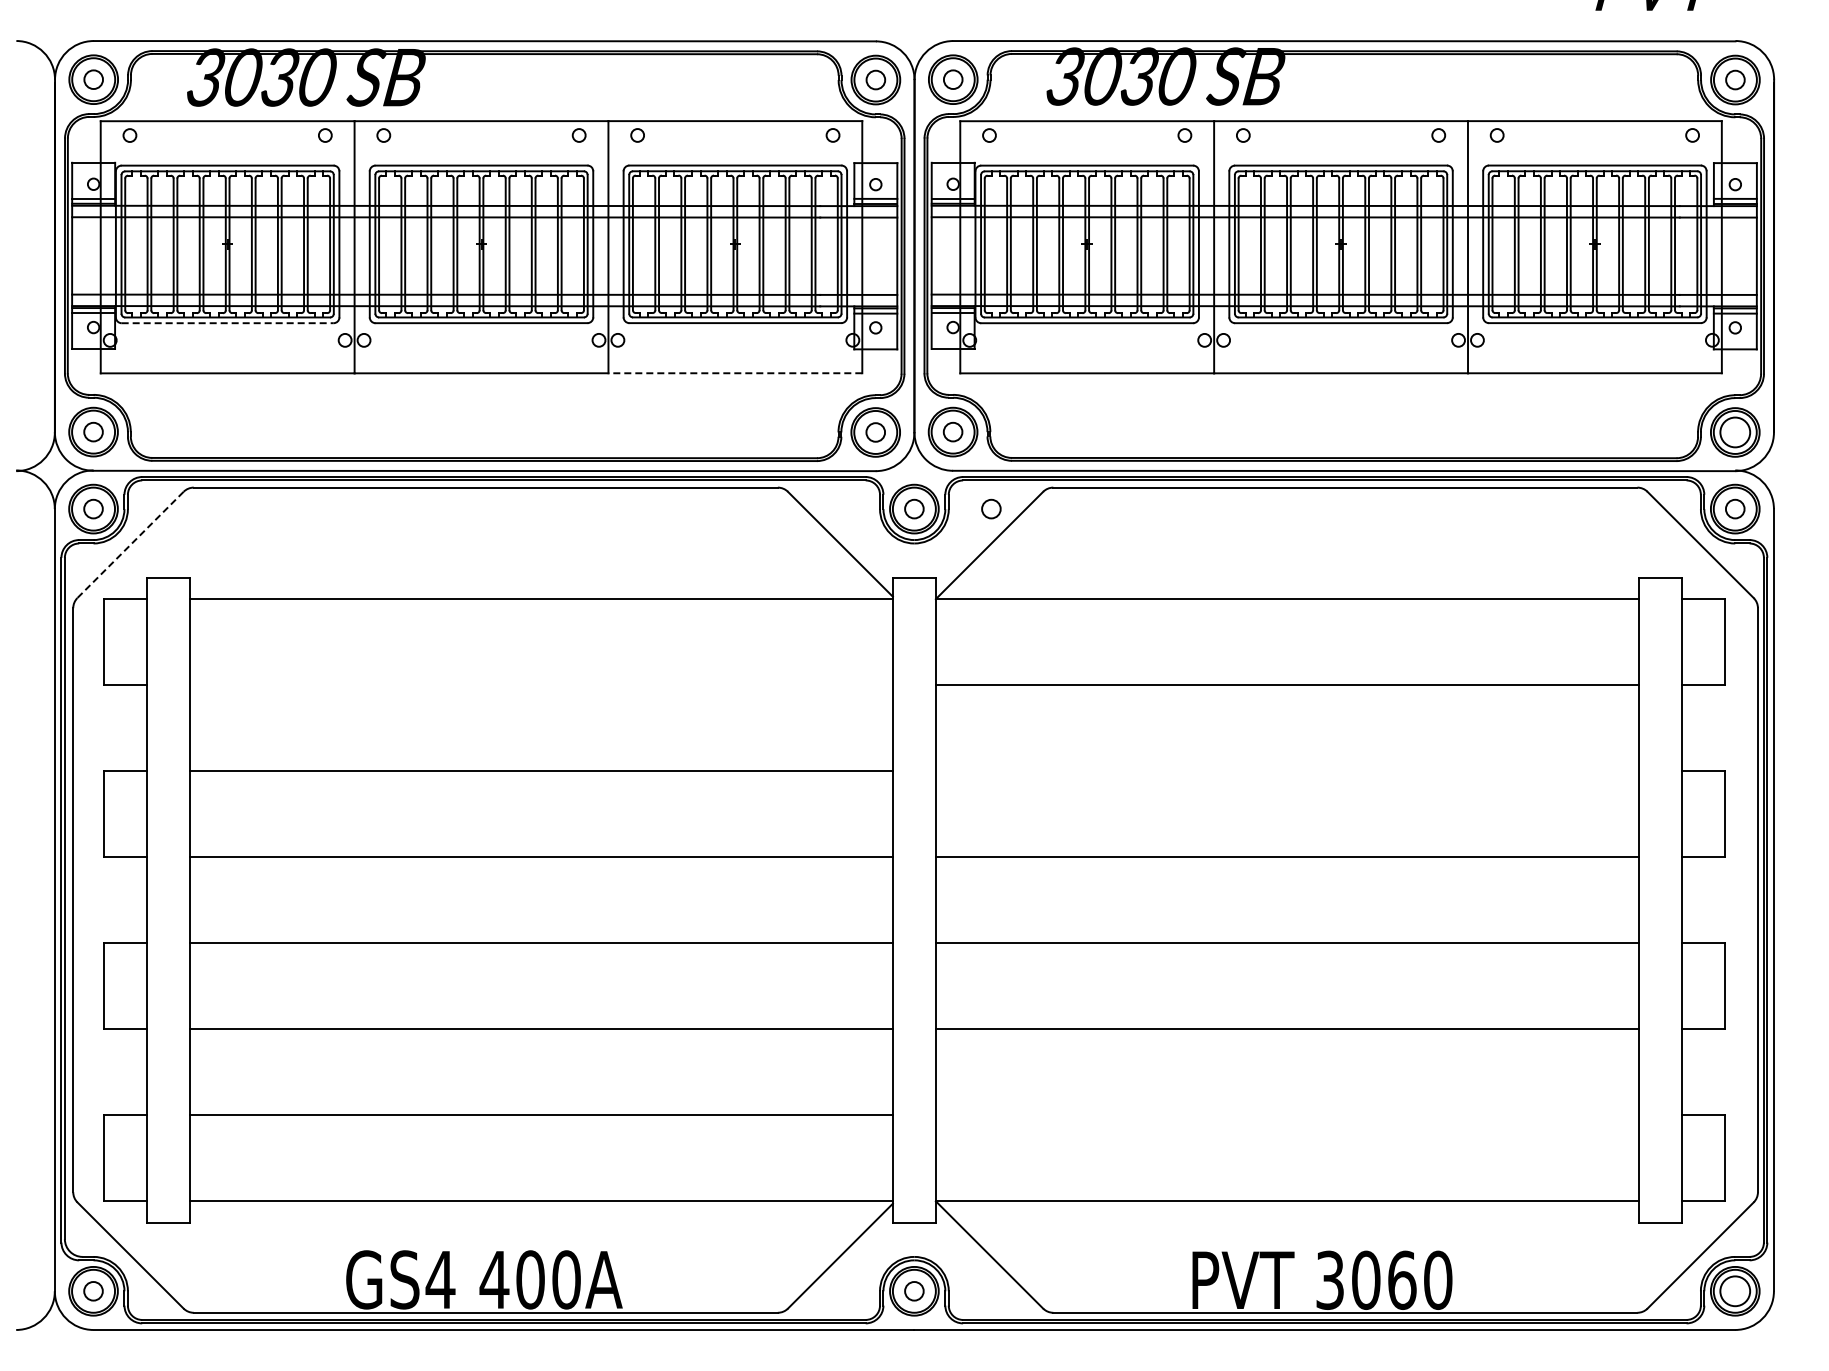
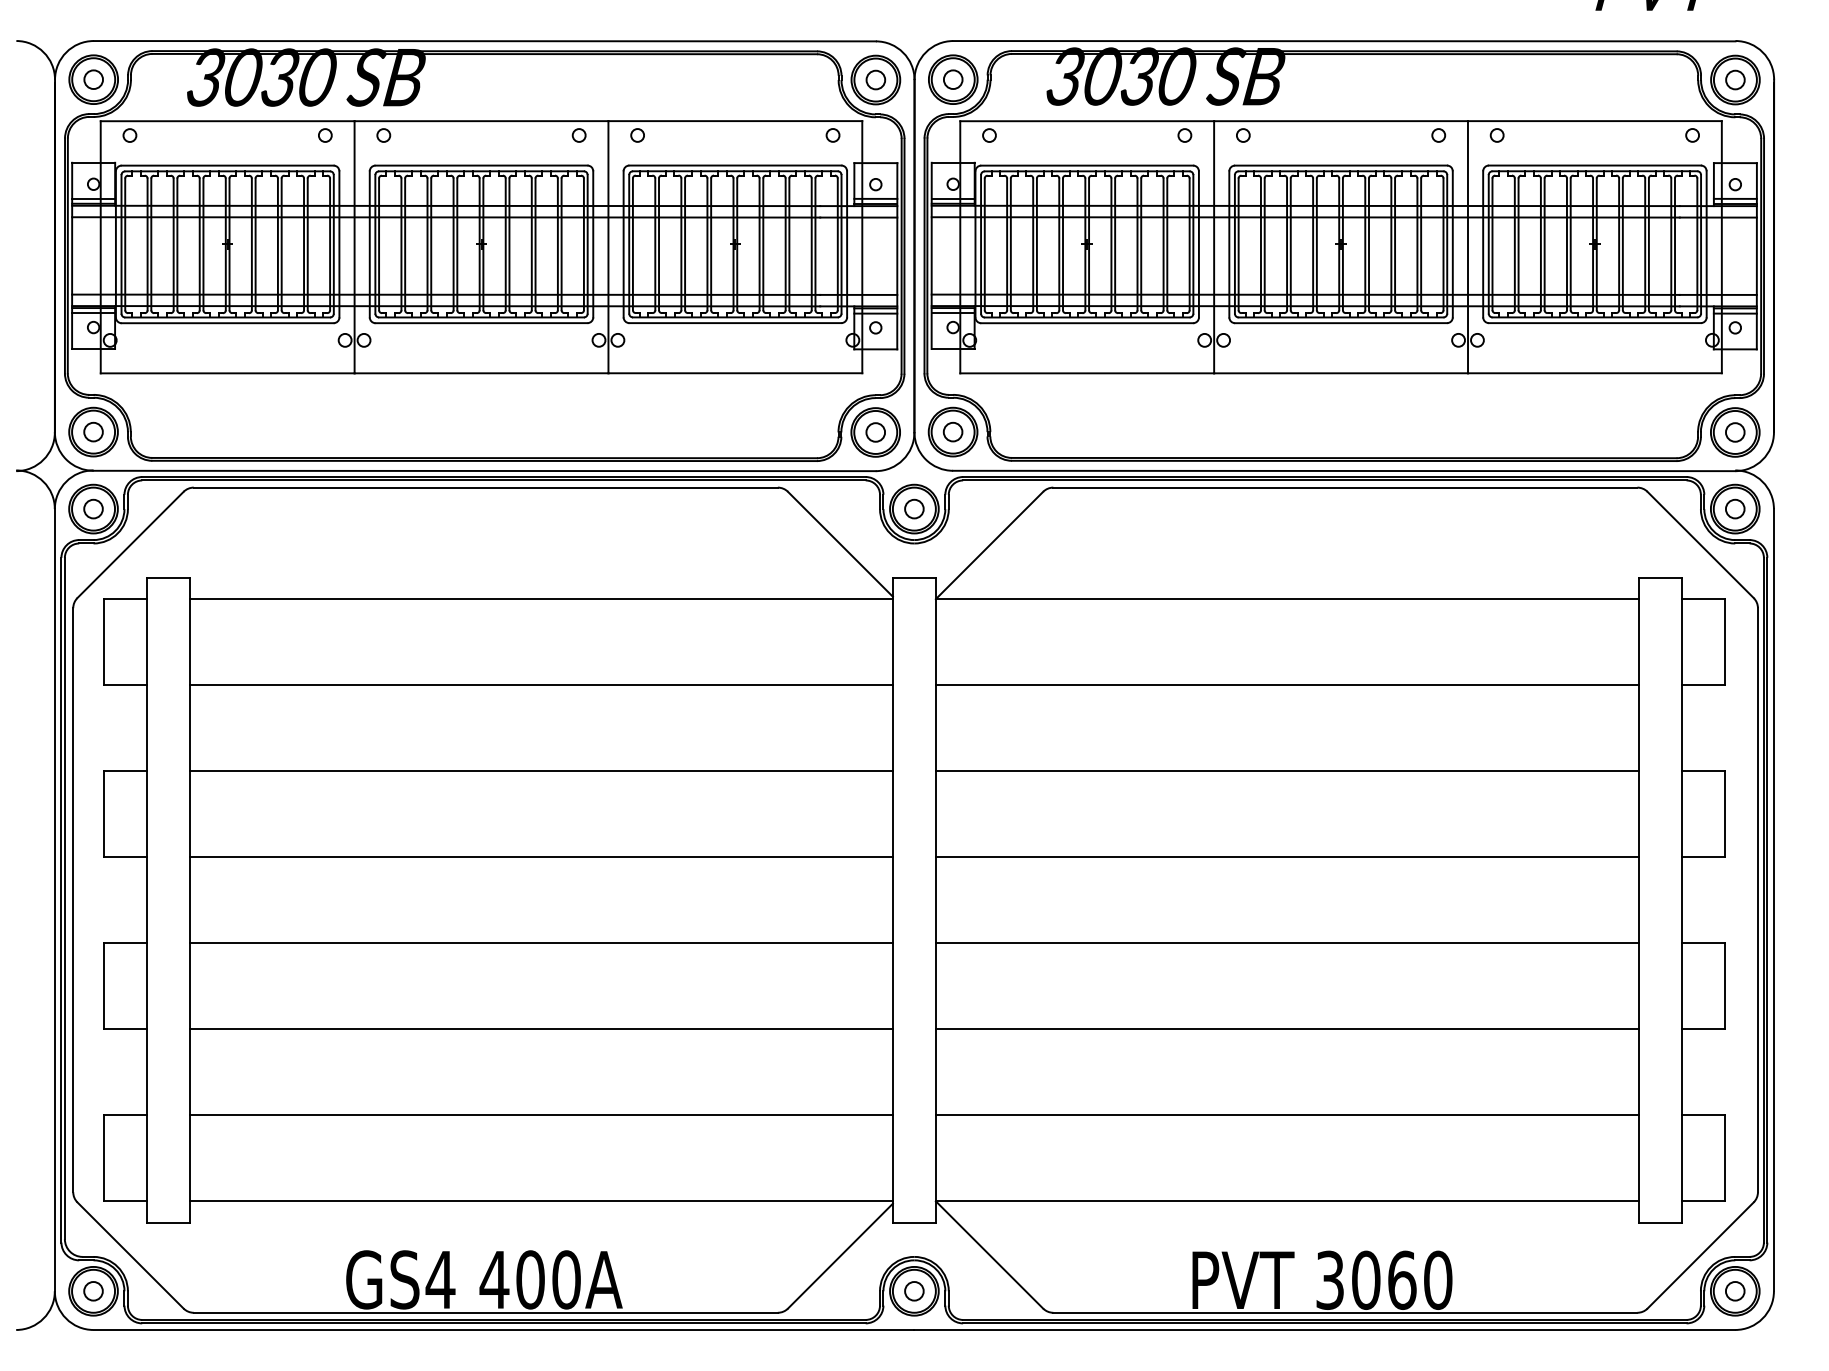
line at (228, 323): dashed -> solid
line at (735, 373): dashed -> solid
circle at (1735, 432) diameter: 30 px -> 19 px
circle at (991, 508): present -> none
line at (130, 545): dashed -> solid
line at (540, 685): none -> present
line at (1287, 771): none -> present
line at (1287, 1115): none -> present
circle at (1735, 1291) diameter: 30 px -> 19 px
